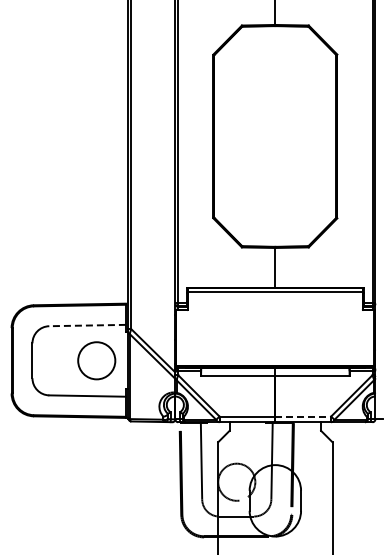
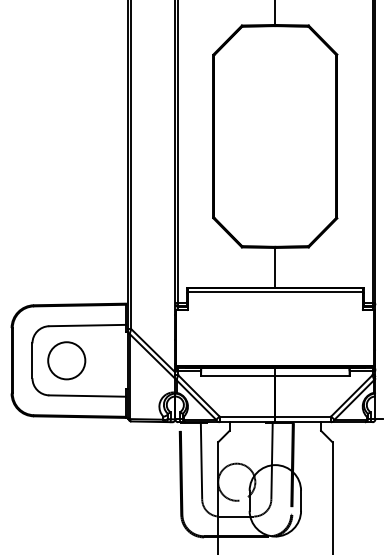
line at (87, 325): dashed -> solid
circle at (96, 360) position: (96, 360) -> (66, 360)
line at (303, 416): dashed -> solid
